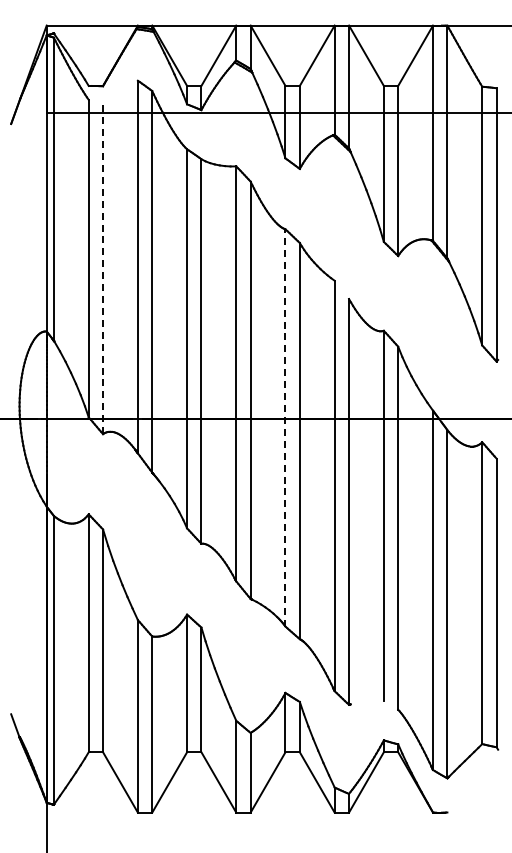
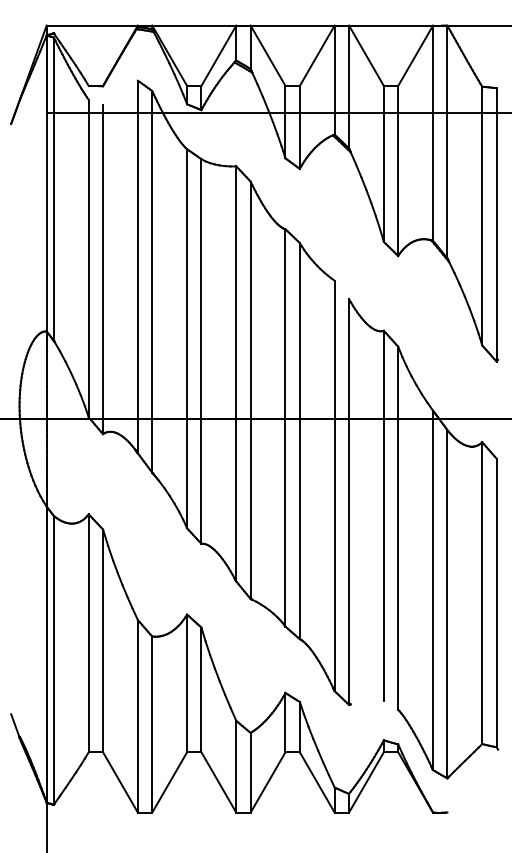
line at (103, 269): dashed -> solid
line at (285, 427): dashed -> solid
